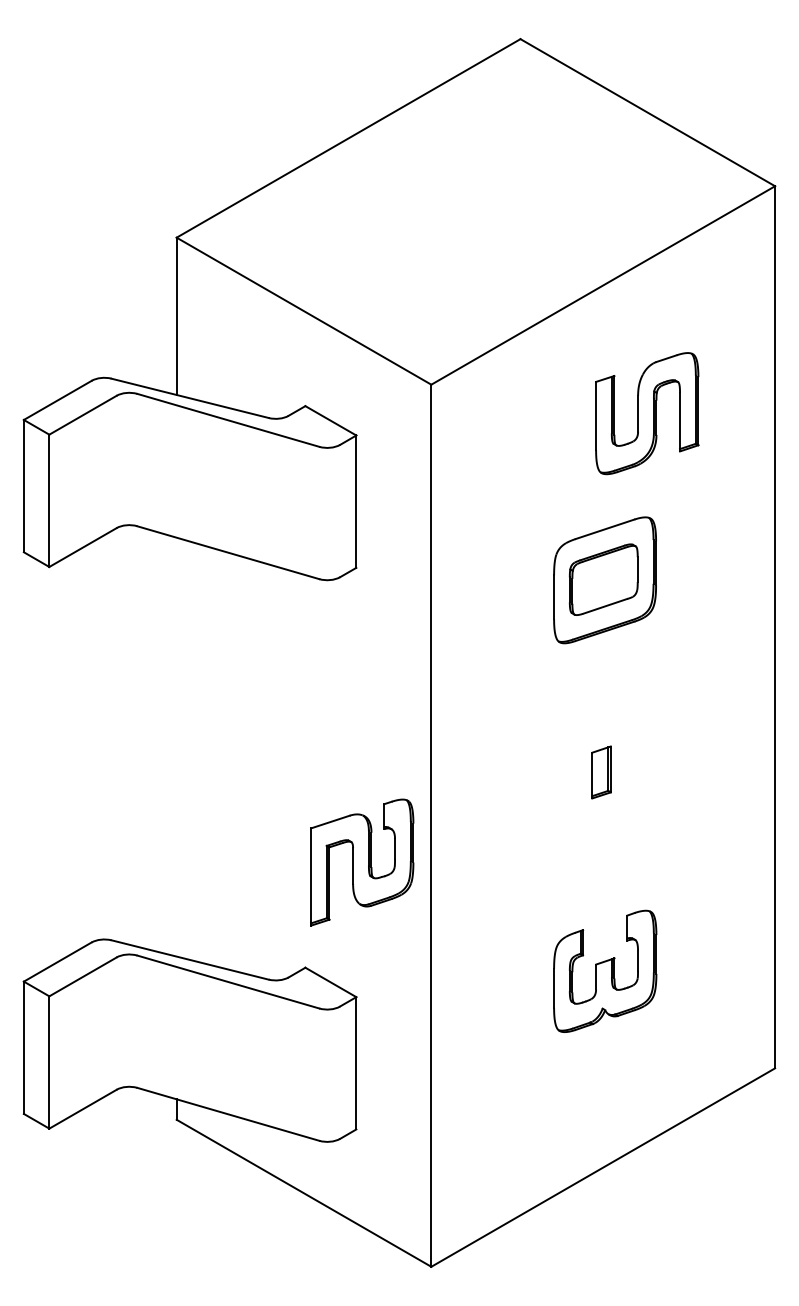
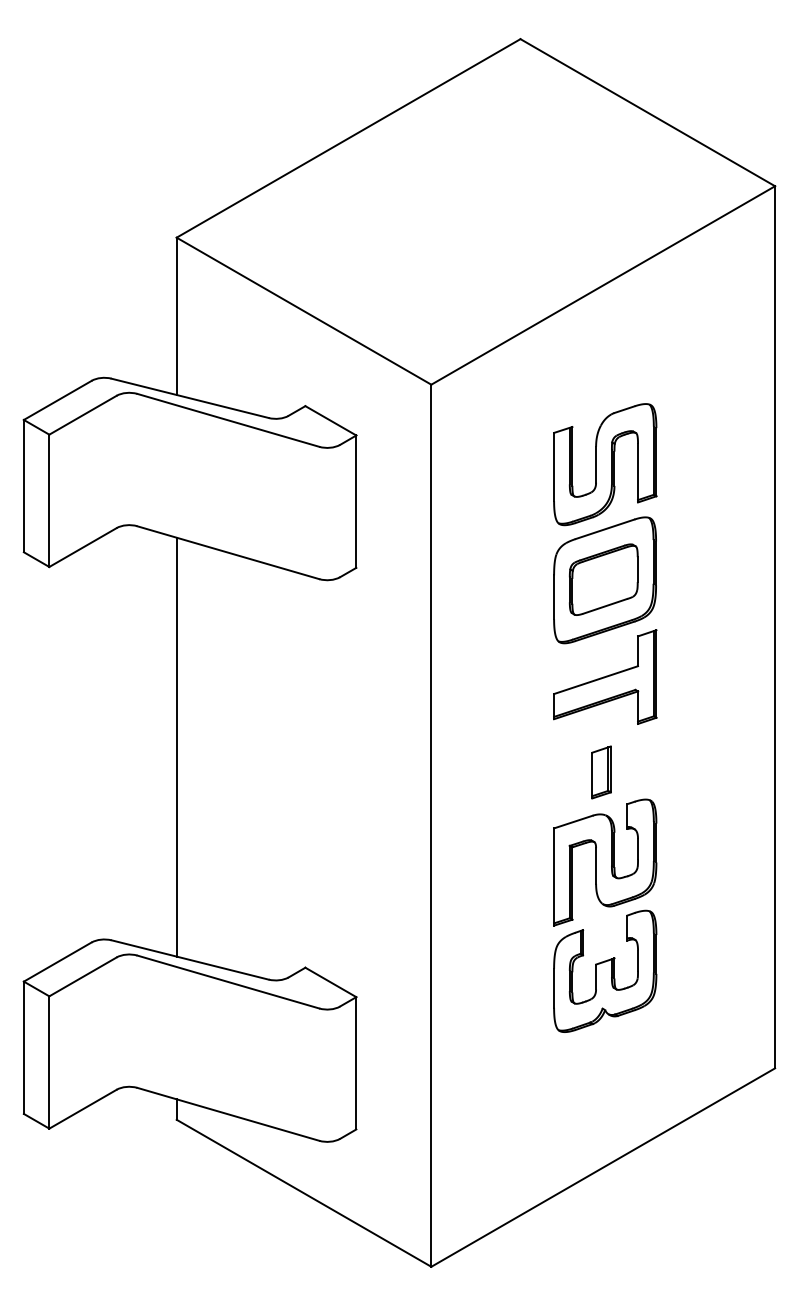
part at (647, 413) position: (647, 413) -> (605, 464)
part at (605, 676): none -> present
line at (176, 746): none -> present
part at (362, 862) position: (362, 862) -> (605, 862)
